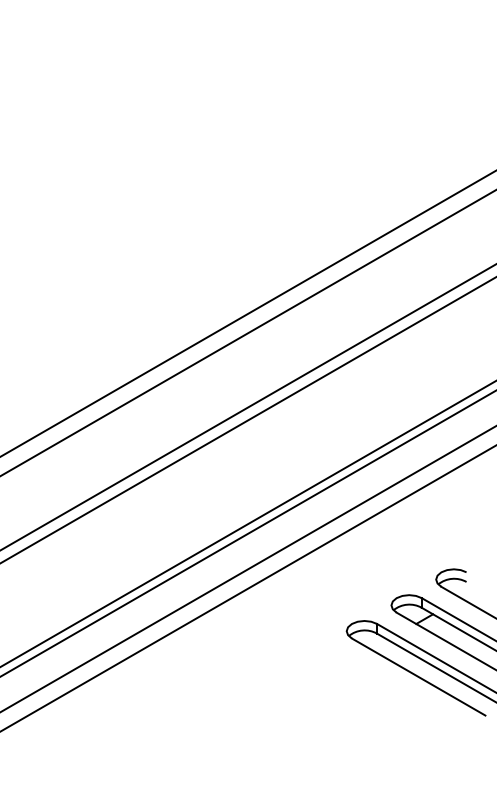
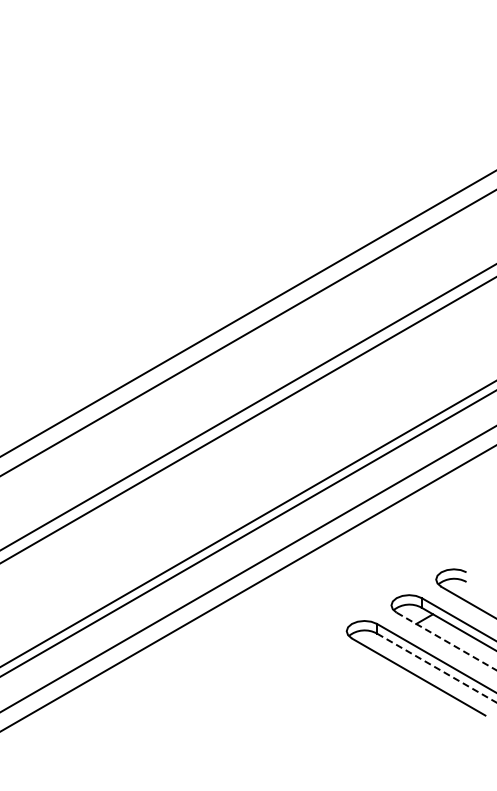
line at (446, 641): solid -> dashed
line at (437, 668): solid -> dashed
